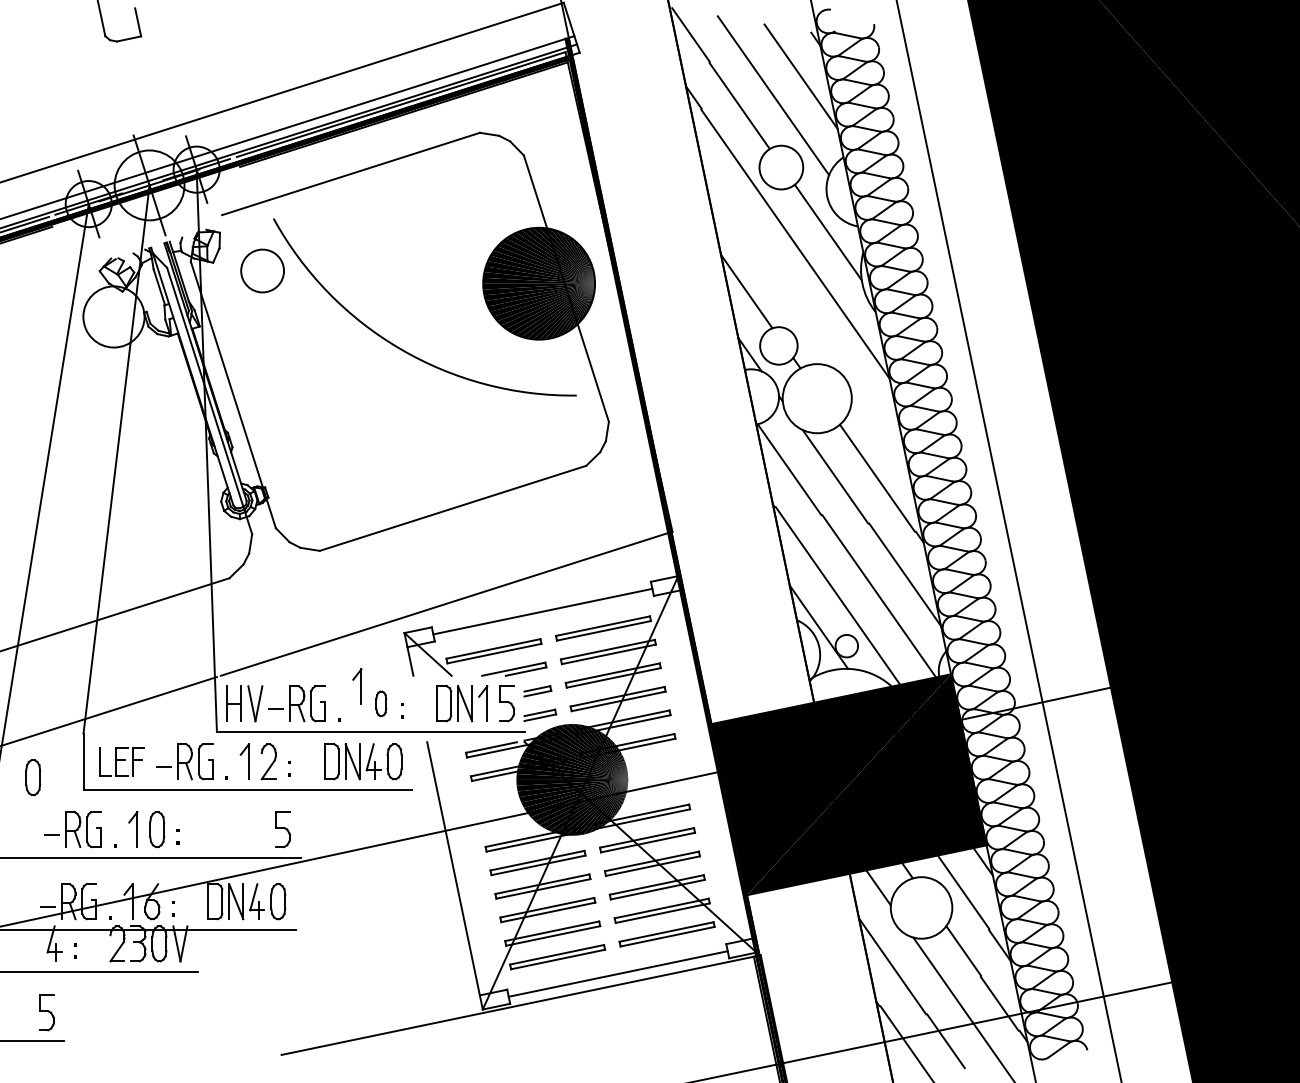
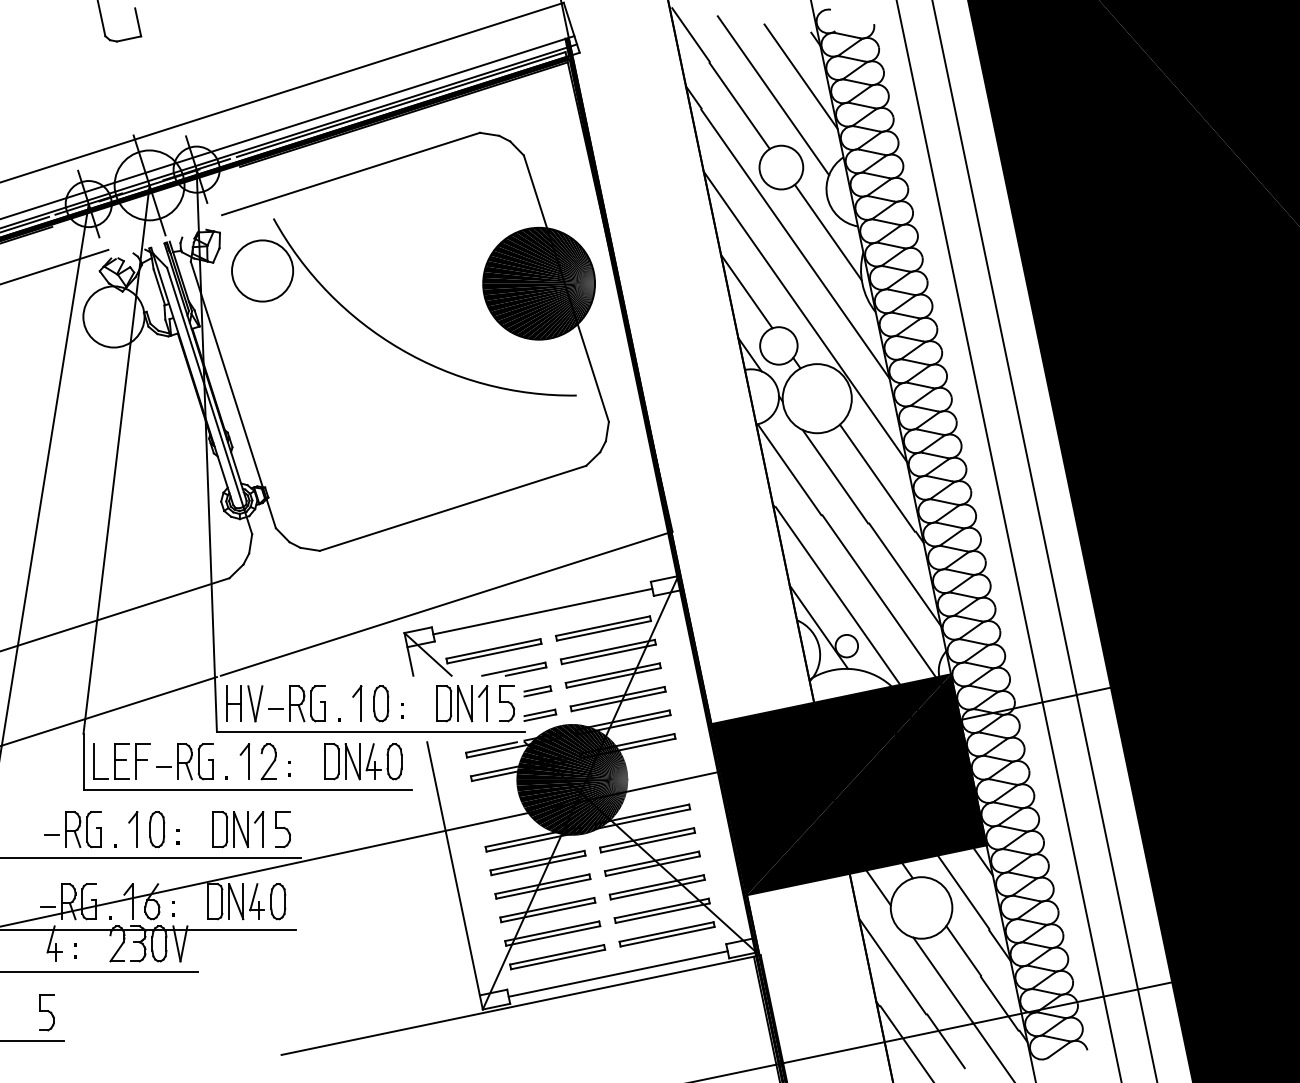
line at (55, 266): none -> present
circle at (262, 270) diameter: 43 px -> 61 px
line at (804, 316): none -> present
line at (1044, 540): none -> present
part at (357, 686) position: (357, 686) -> (357, 703)
part at (381, 703) size: 13x28 px -> 17x38 px
part at (121, 761) size: 46x30 px -> 58x37 px
part at (33, 777): present -> none
part at (238, 829): none -> present
